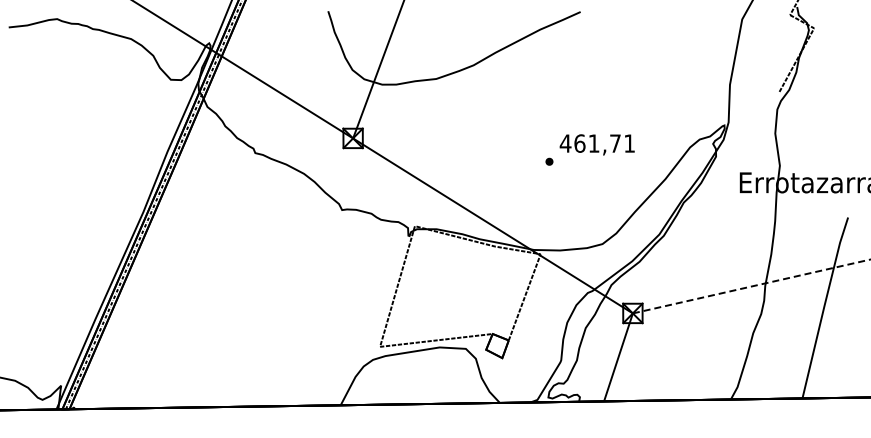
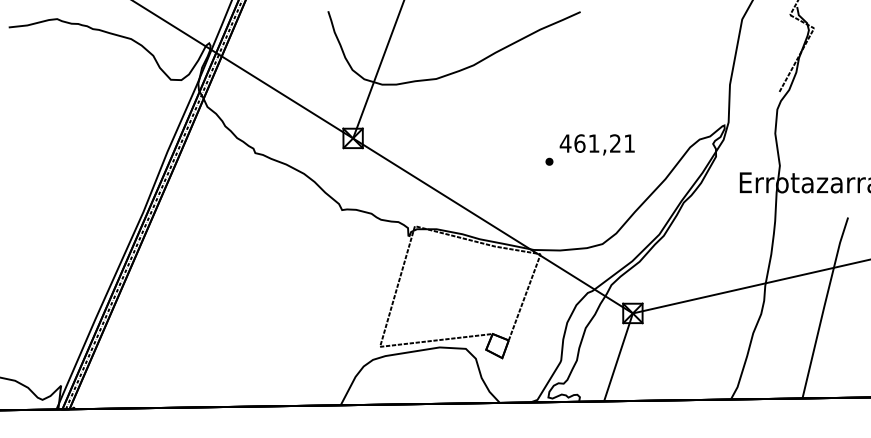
text at (615, 143): 461,71 -> 461,21
line at (751, 286): dashed -> solid
